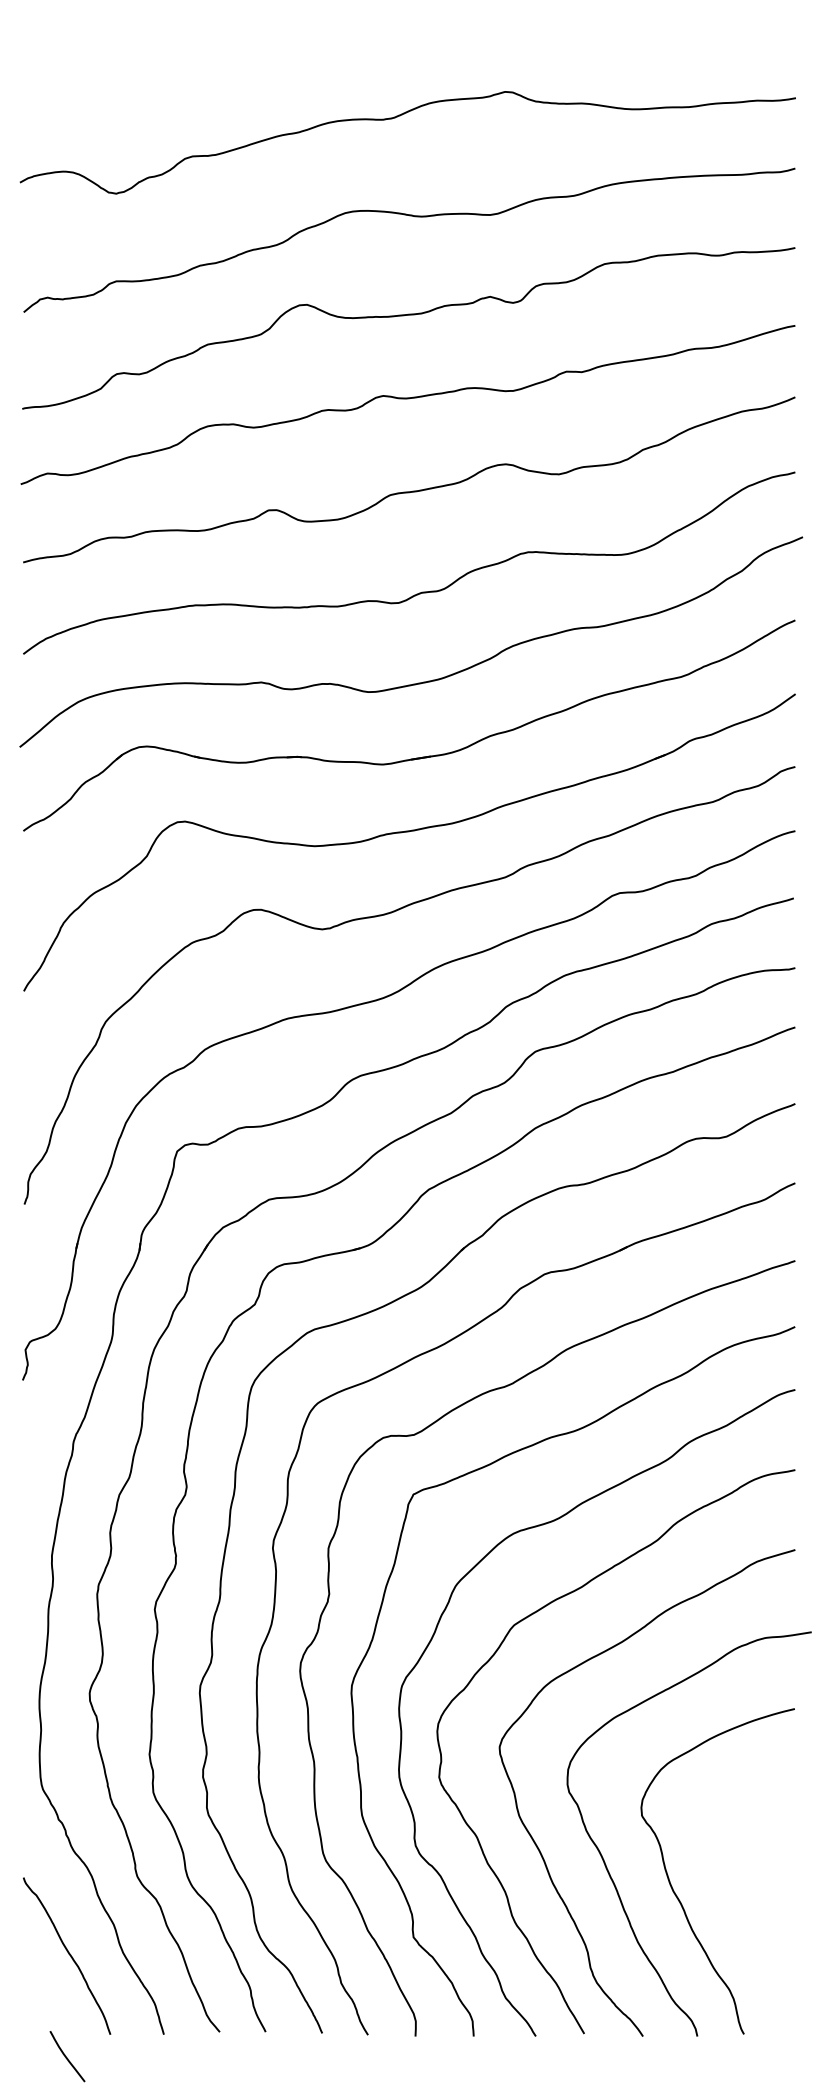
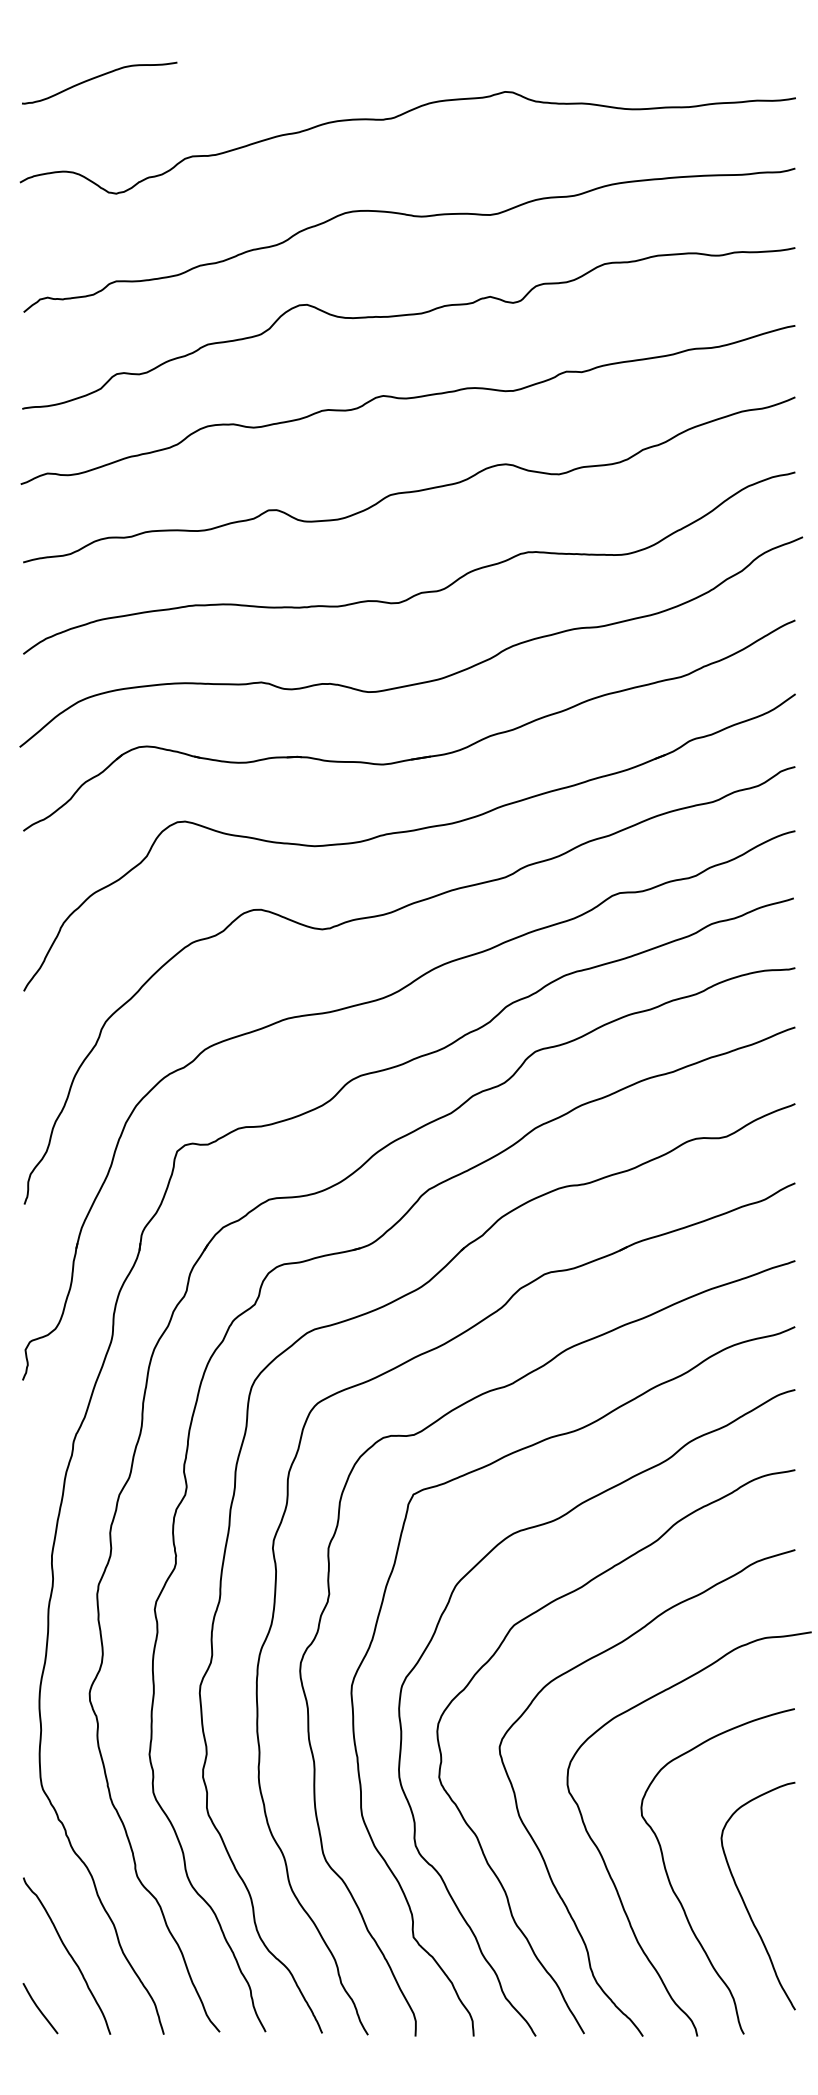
curve at (99, 77): none -> present
curve at (744, 1900): none -> present
curve at (66, 2056) position: (66, 2056) -> (39, 2008)
